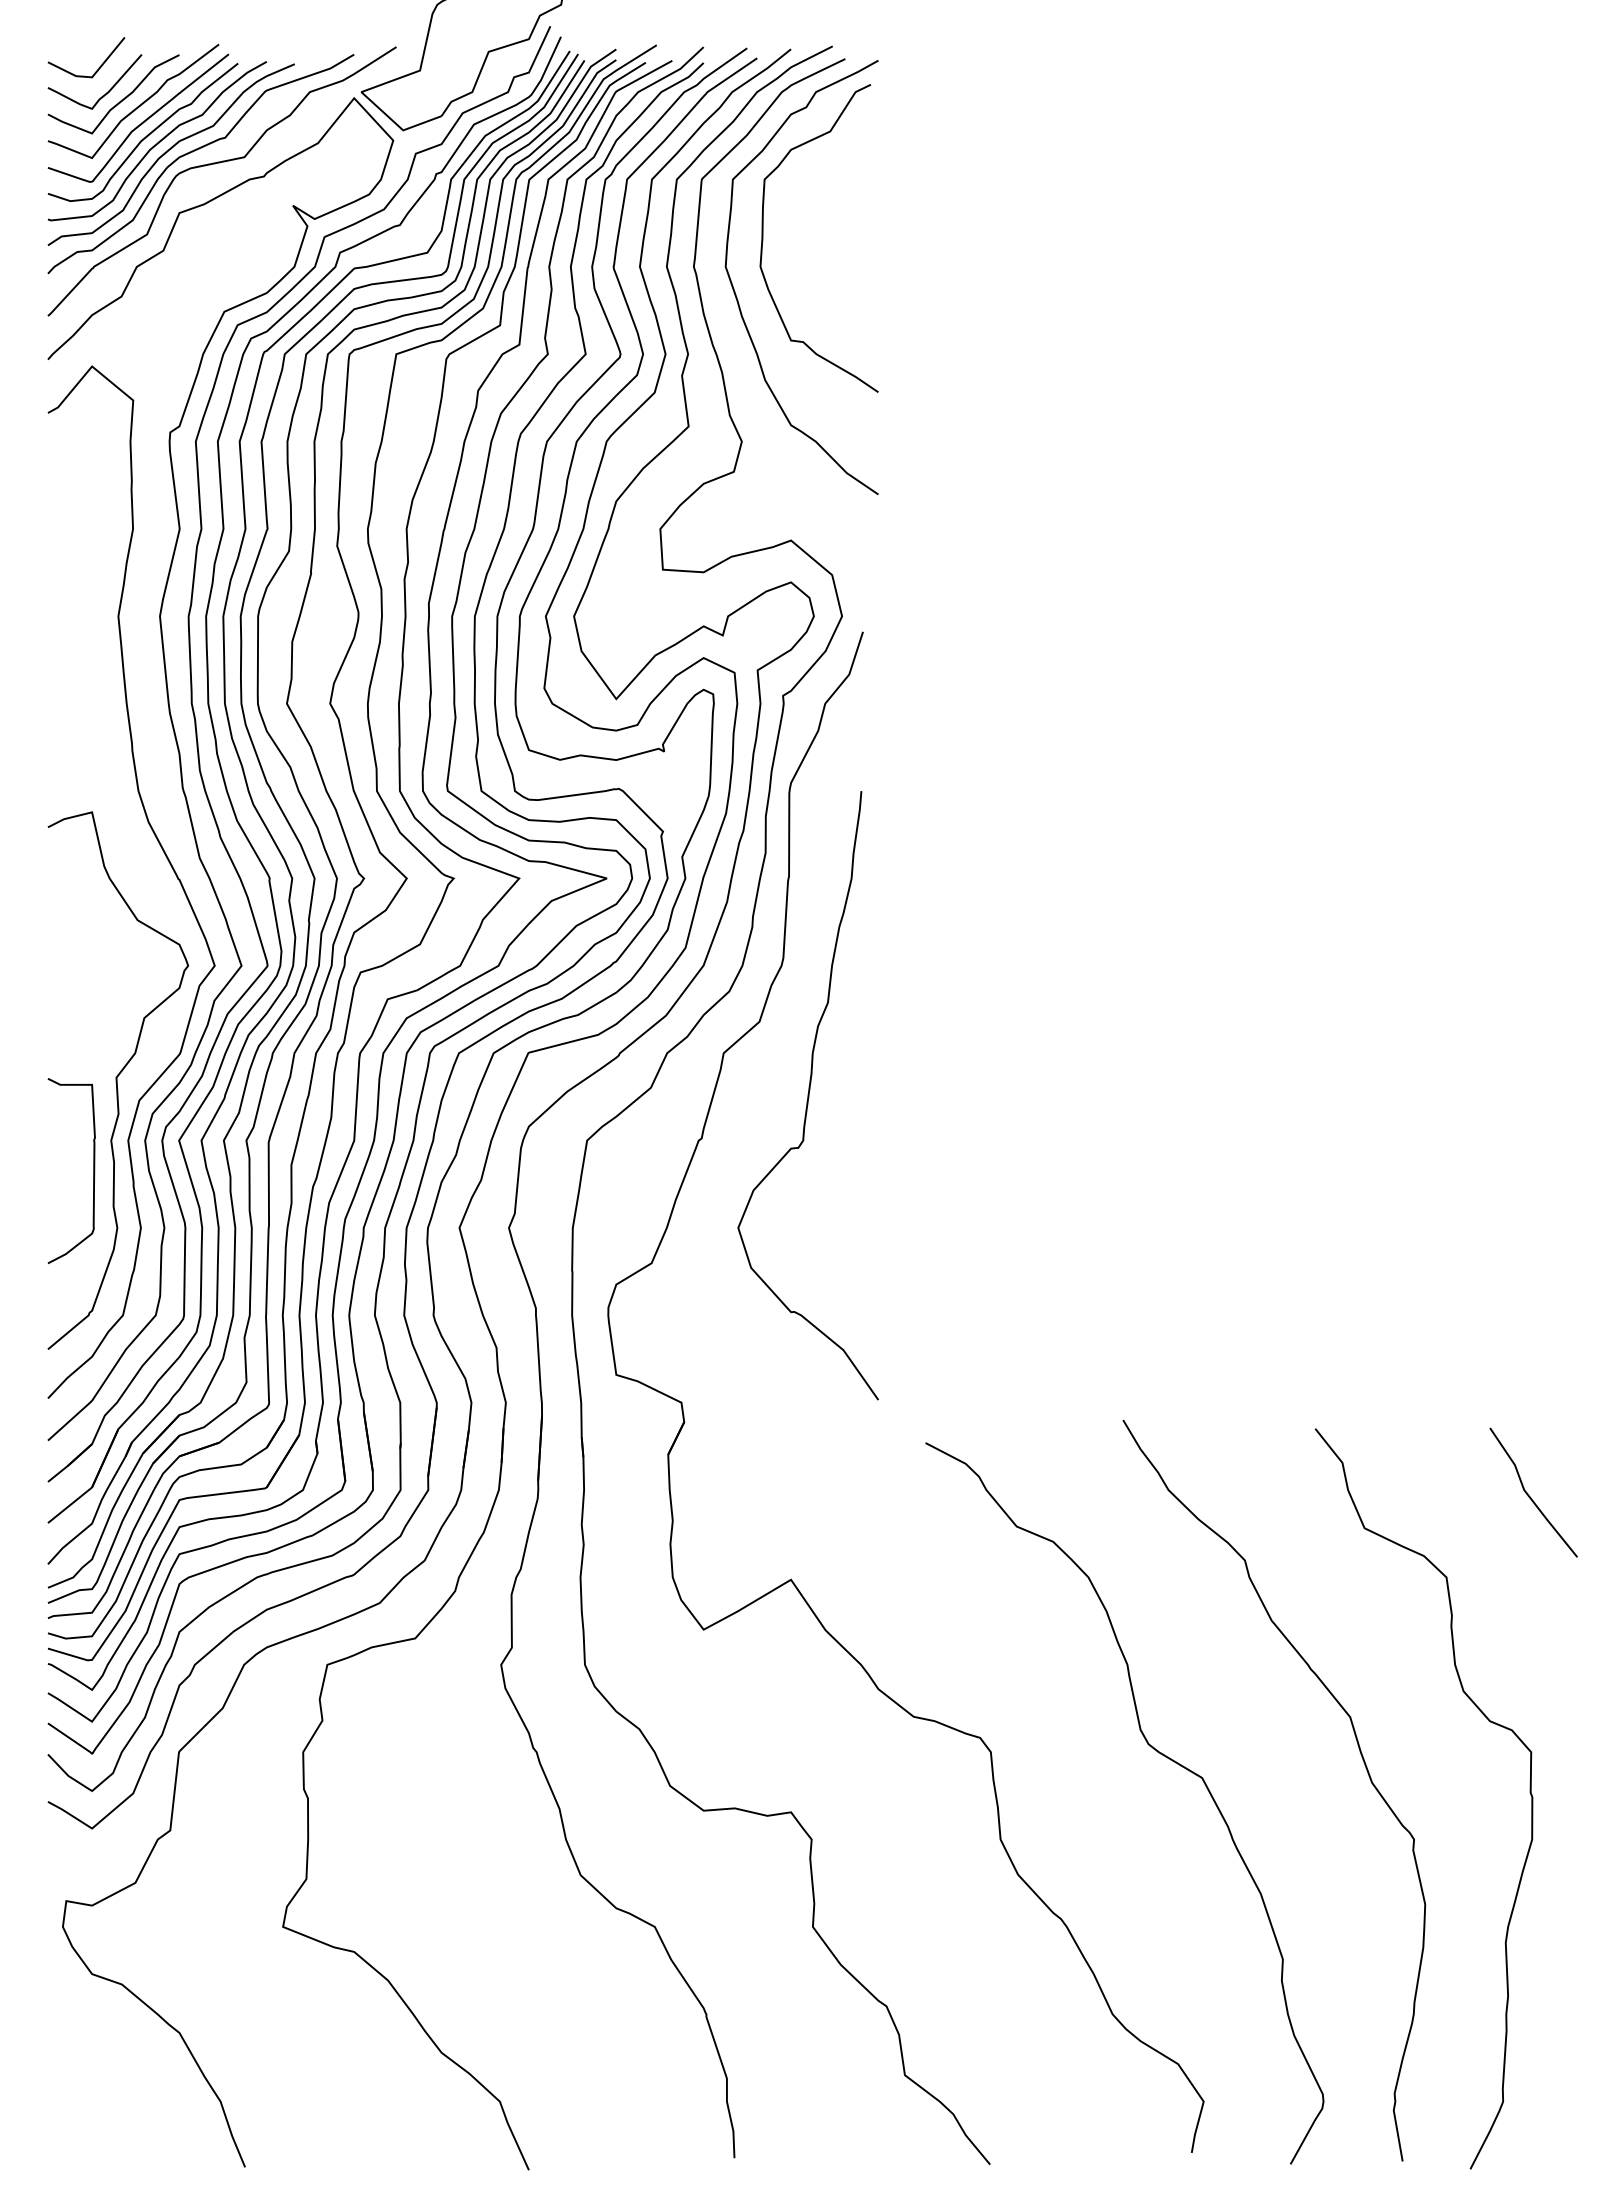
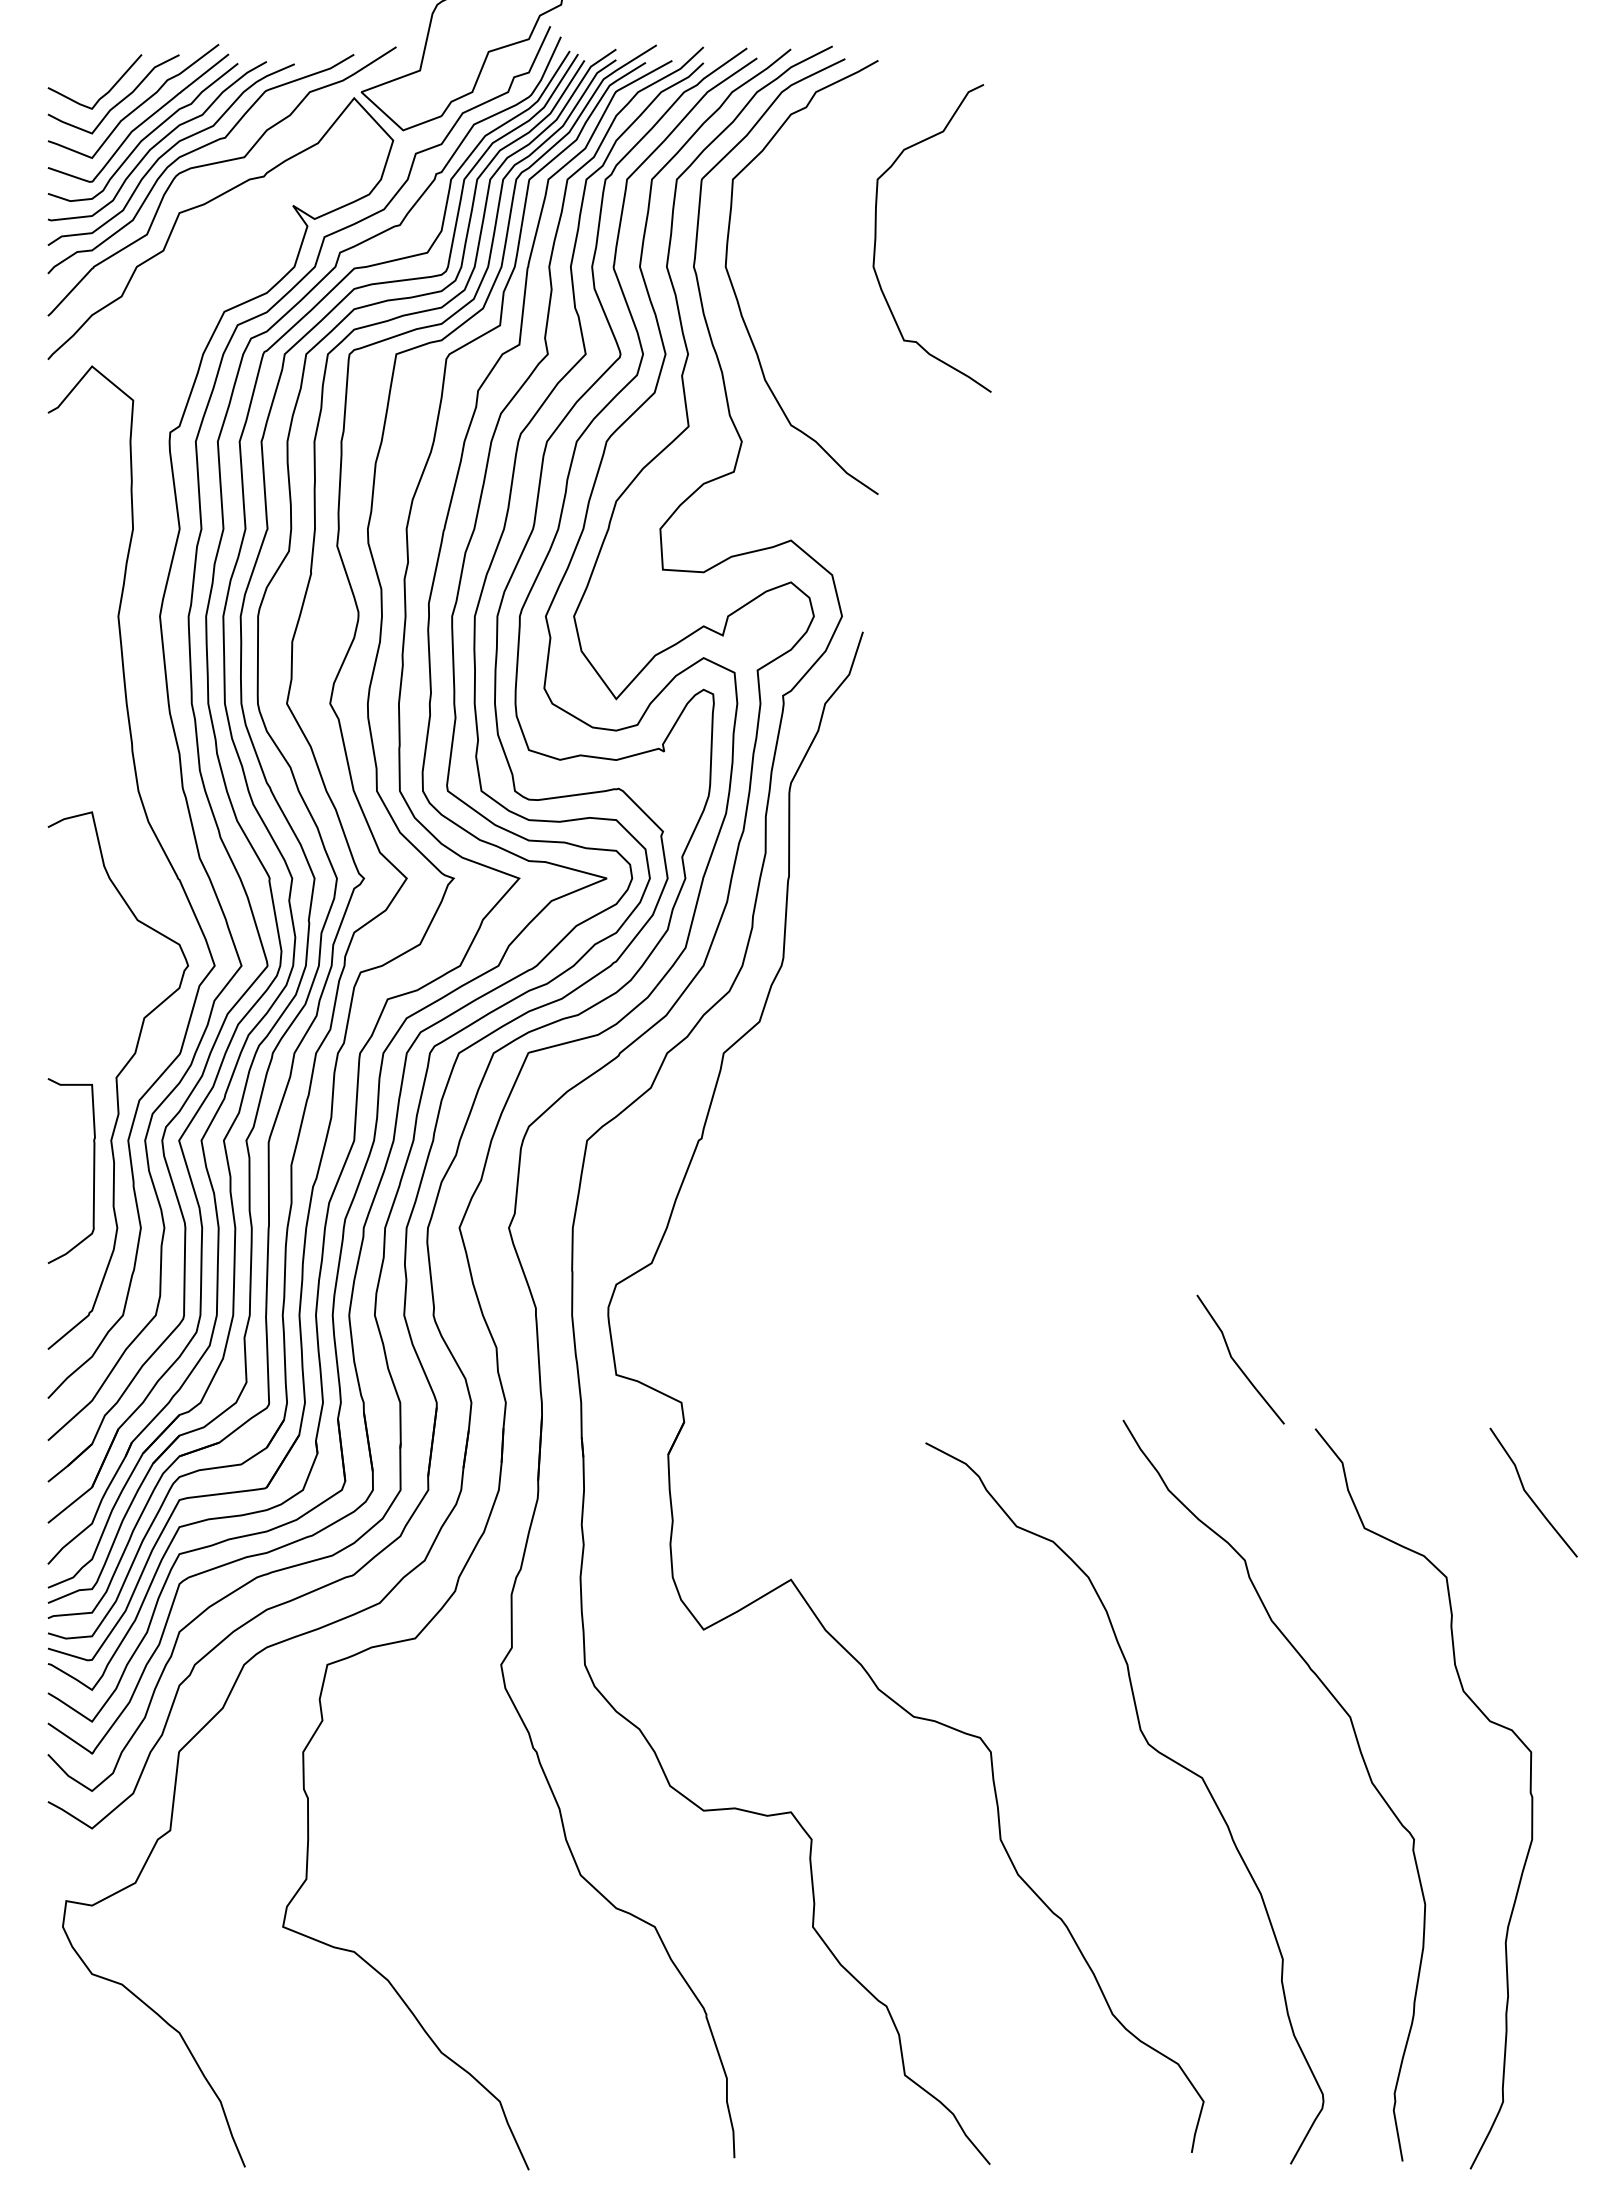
line at (98, 67): present -> none
curve at (763, 238) position: (763, 238) -> (876, 238)
curve at (807, 1095): present -> none
line at (1236, 1362): none -> present
